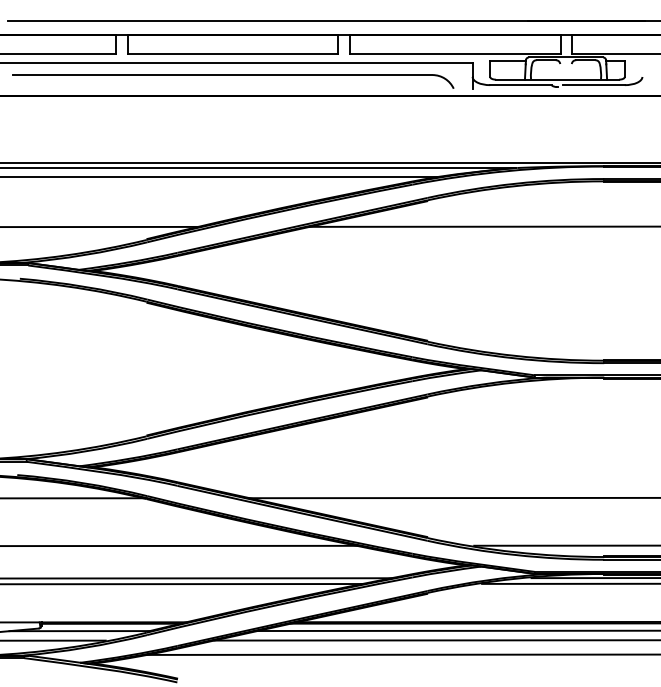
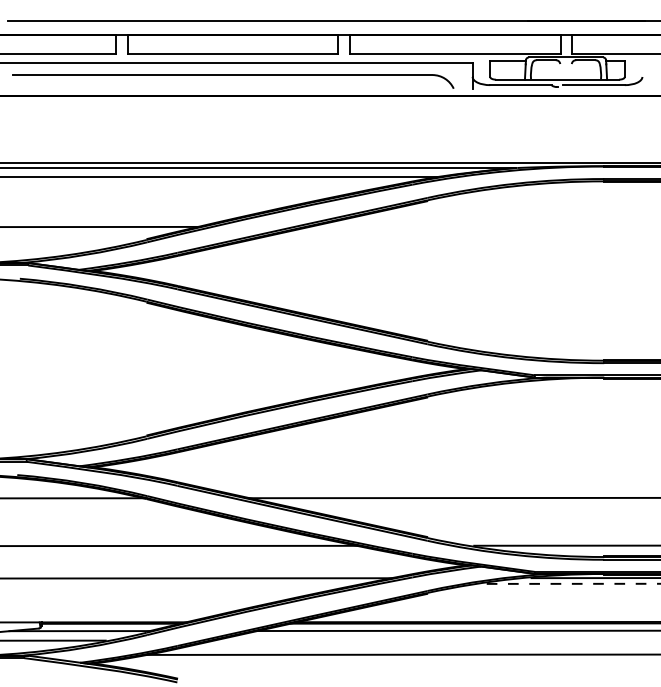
line at (483, 226): present -> none
line at (570, 583): solid -> dashed
line at (182, 584): present -> none
line at (435, 640): present -> none
